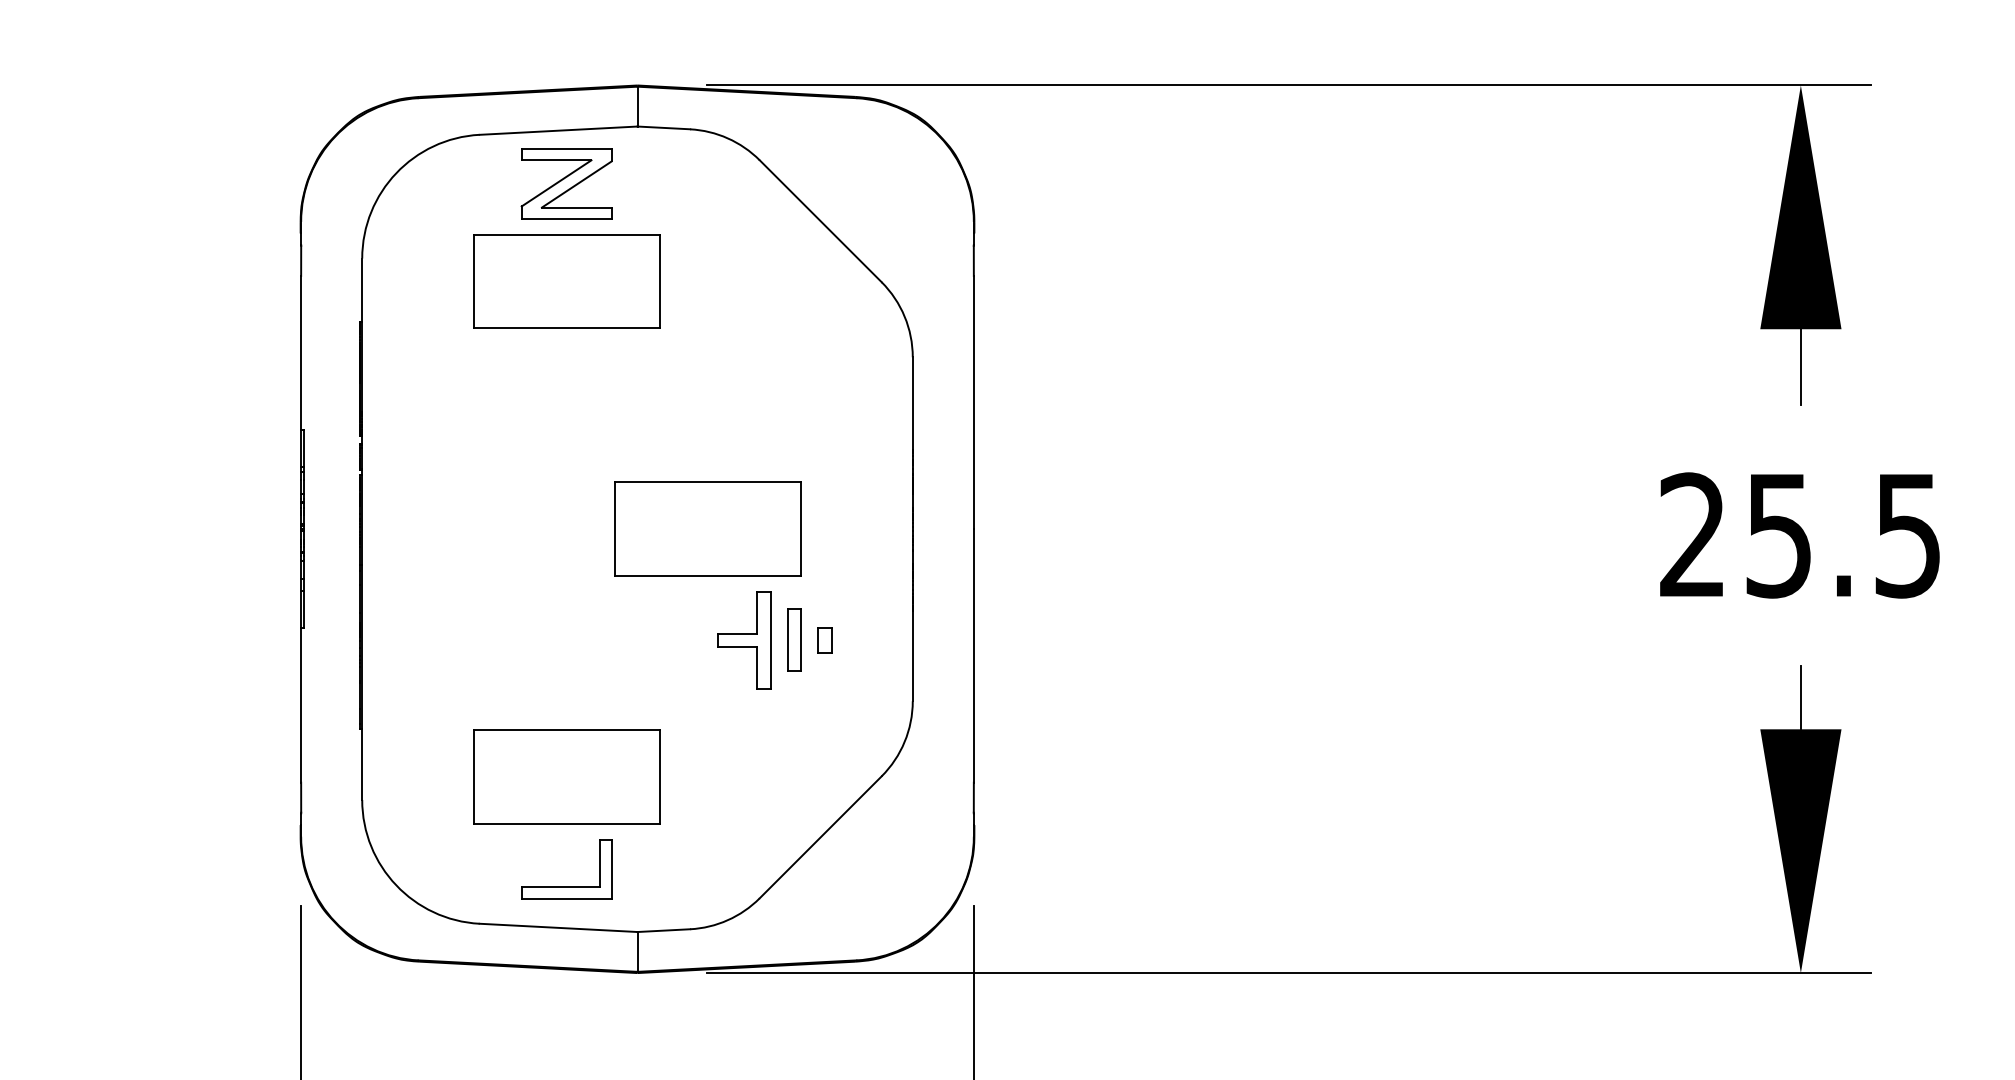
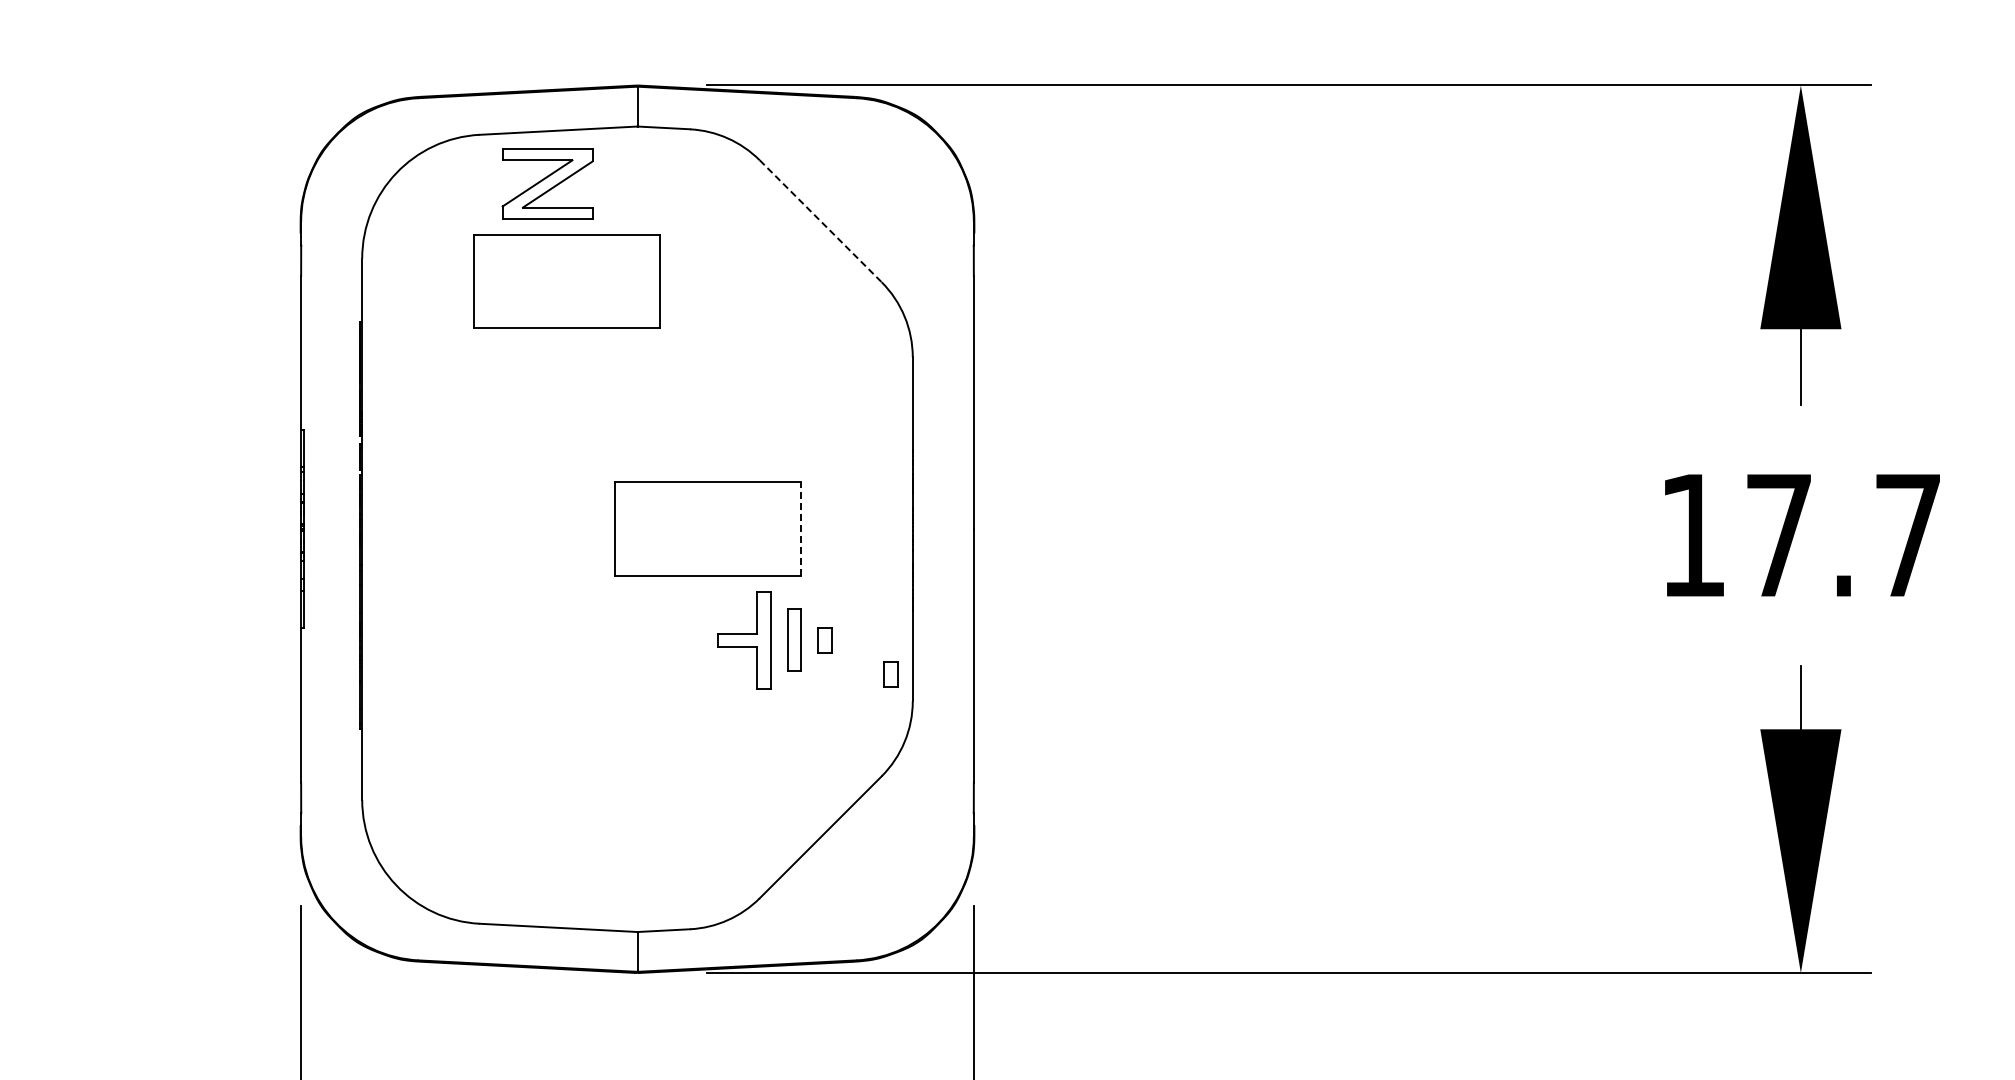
part at (566, 183) position: (566, 183) -> (547, 183)
line at (821, 221): solid -> dashed
line at (801, 529): solid -> dashed
text at (1799, 535): 25.5 -> 17.7
part at (890, 674): none -> present
part at (566, 776): present -> none
part at (566, 886): present -> none
